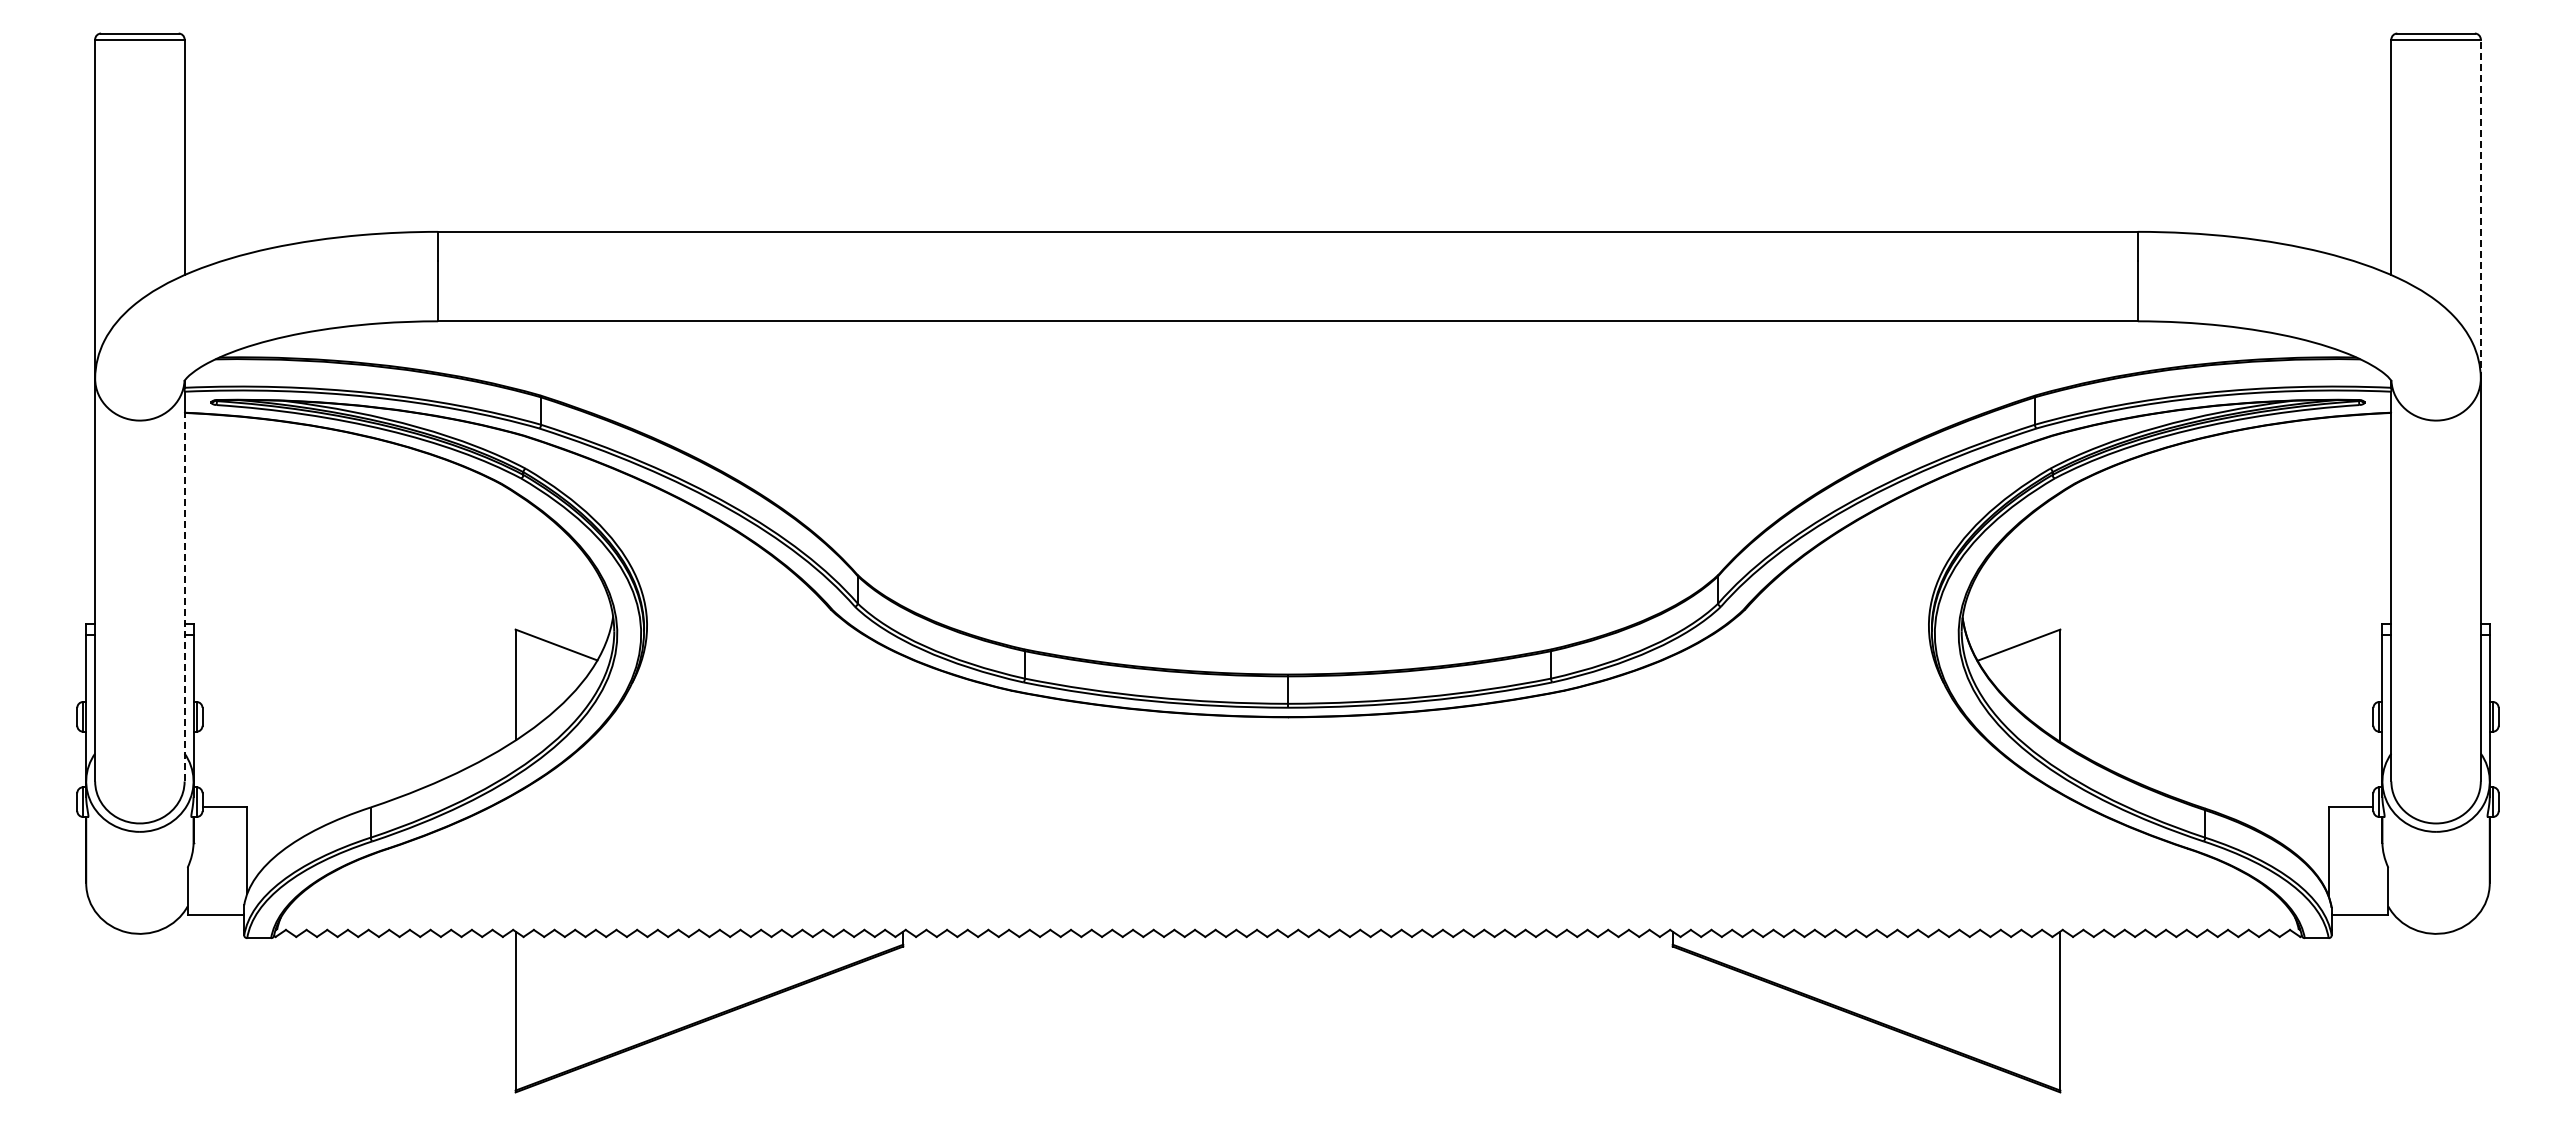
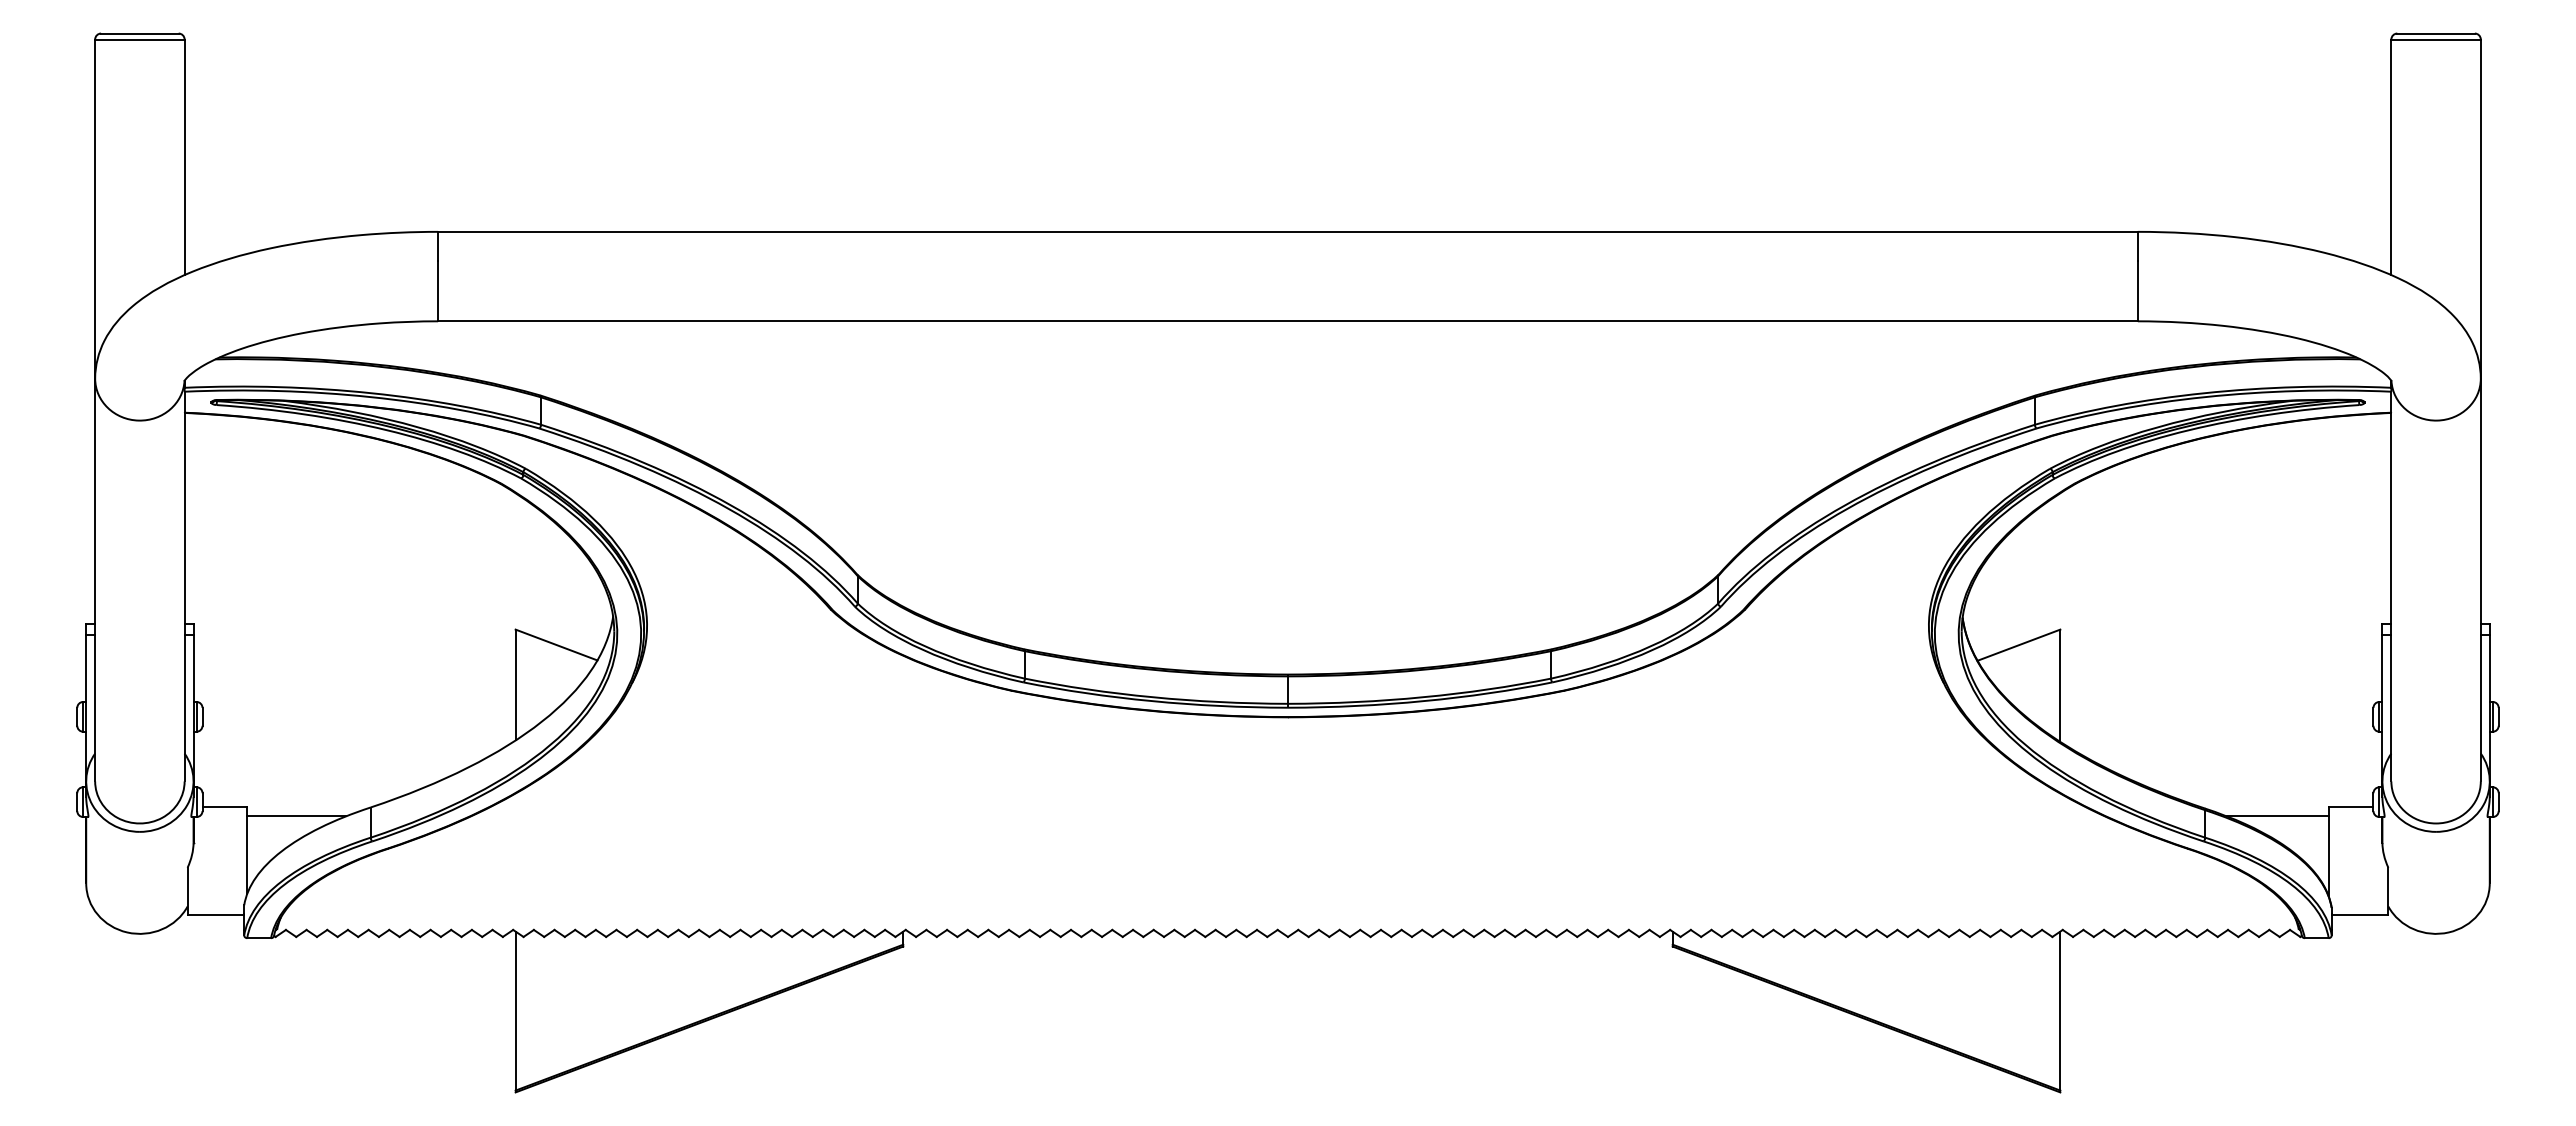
line at (2480, 209): dashed -> solid
line at (184, 596): dashed -> solid
line at (296, 816): none -> present
line at (2277, 816): none -> present
